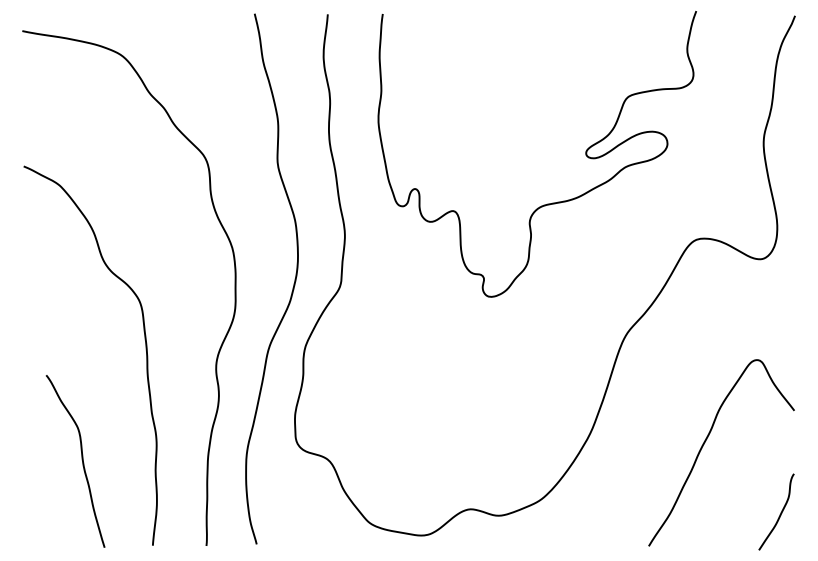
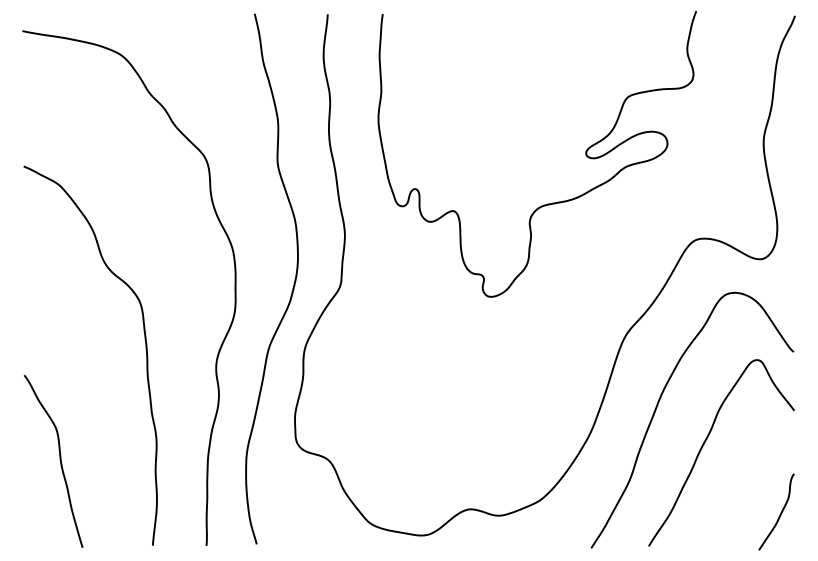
curve at (658, 405): none -> present
curve at (81, 459) position: (81, 459) -> (59, 459)
